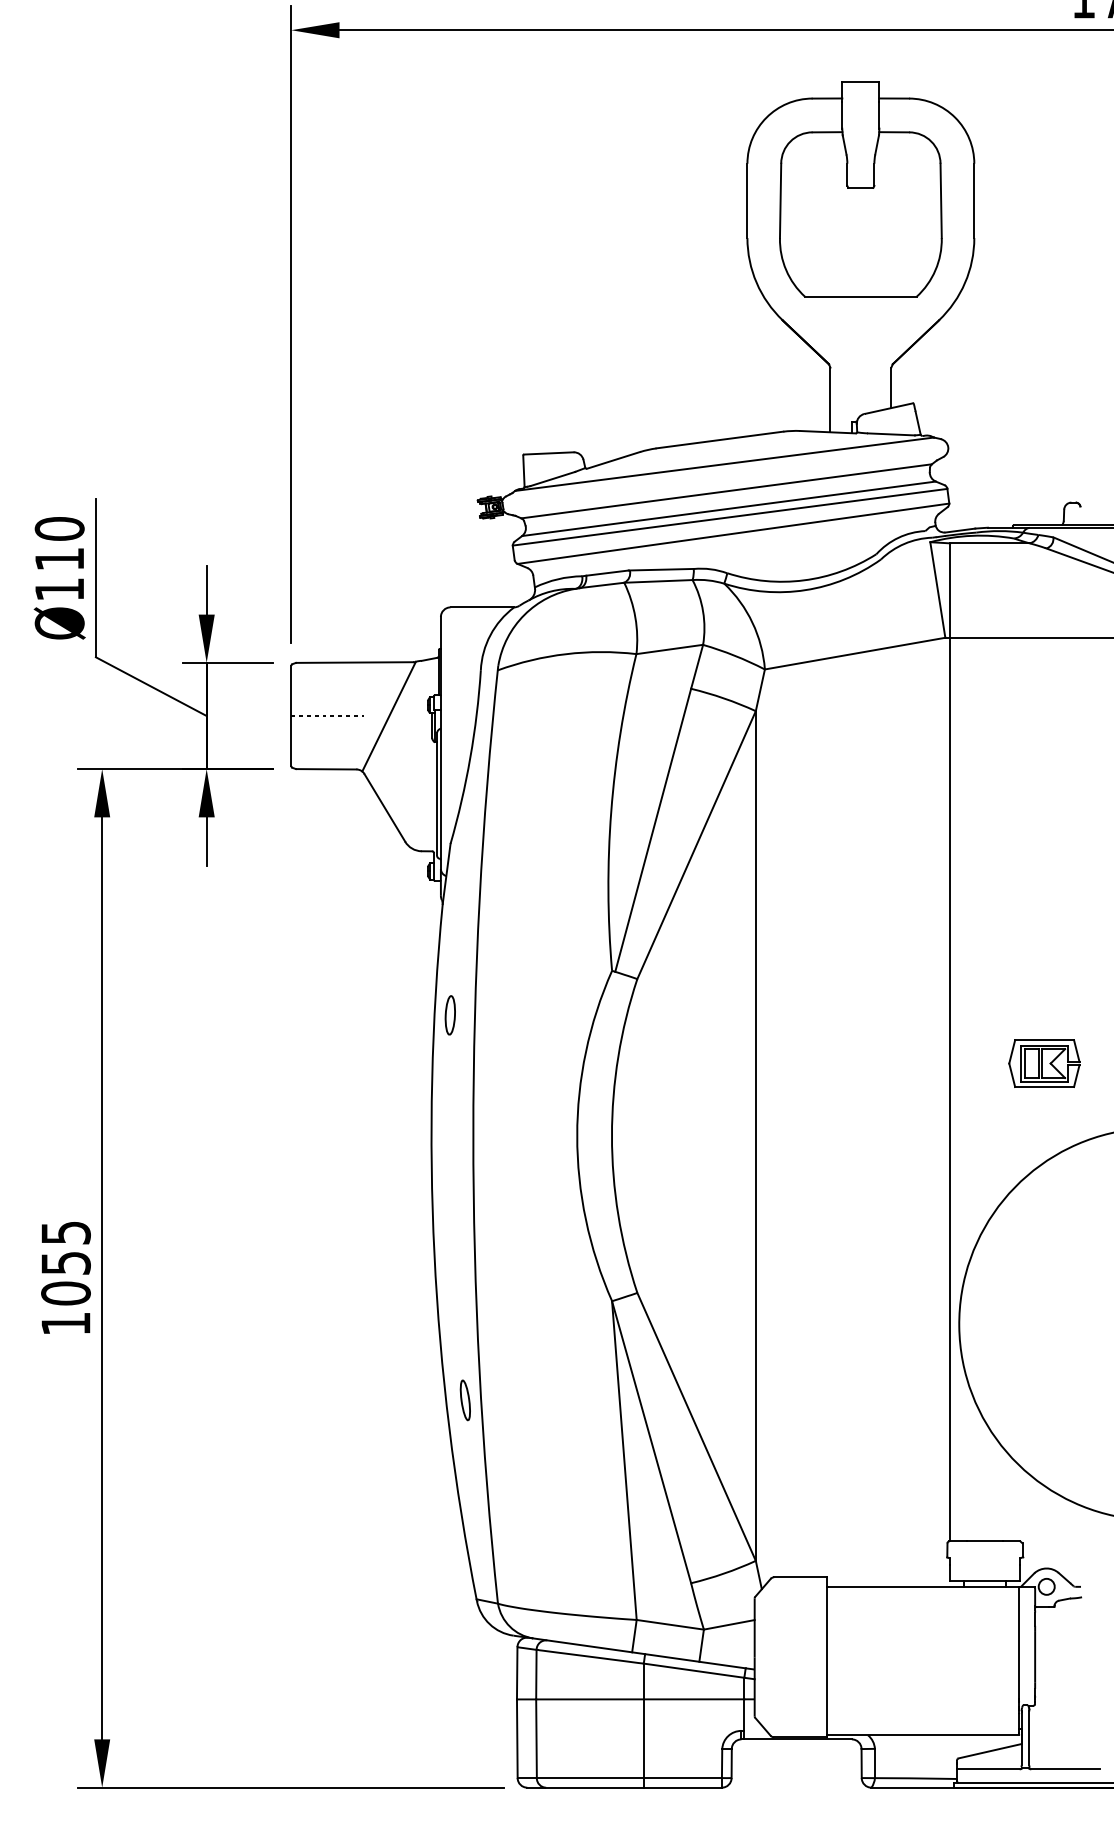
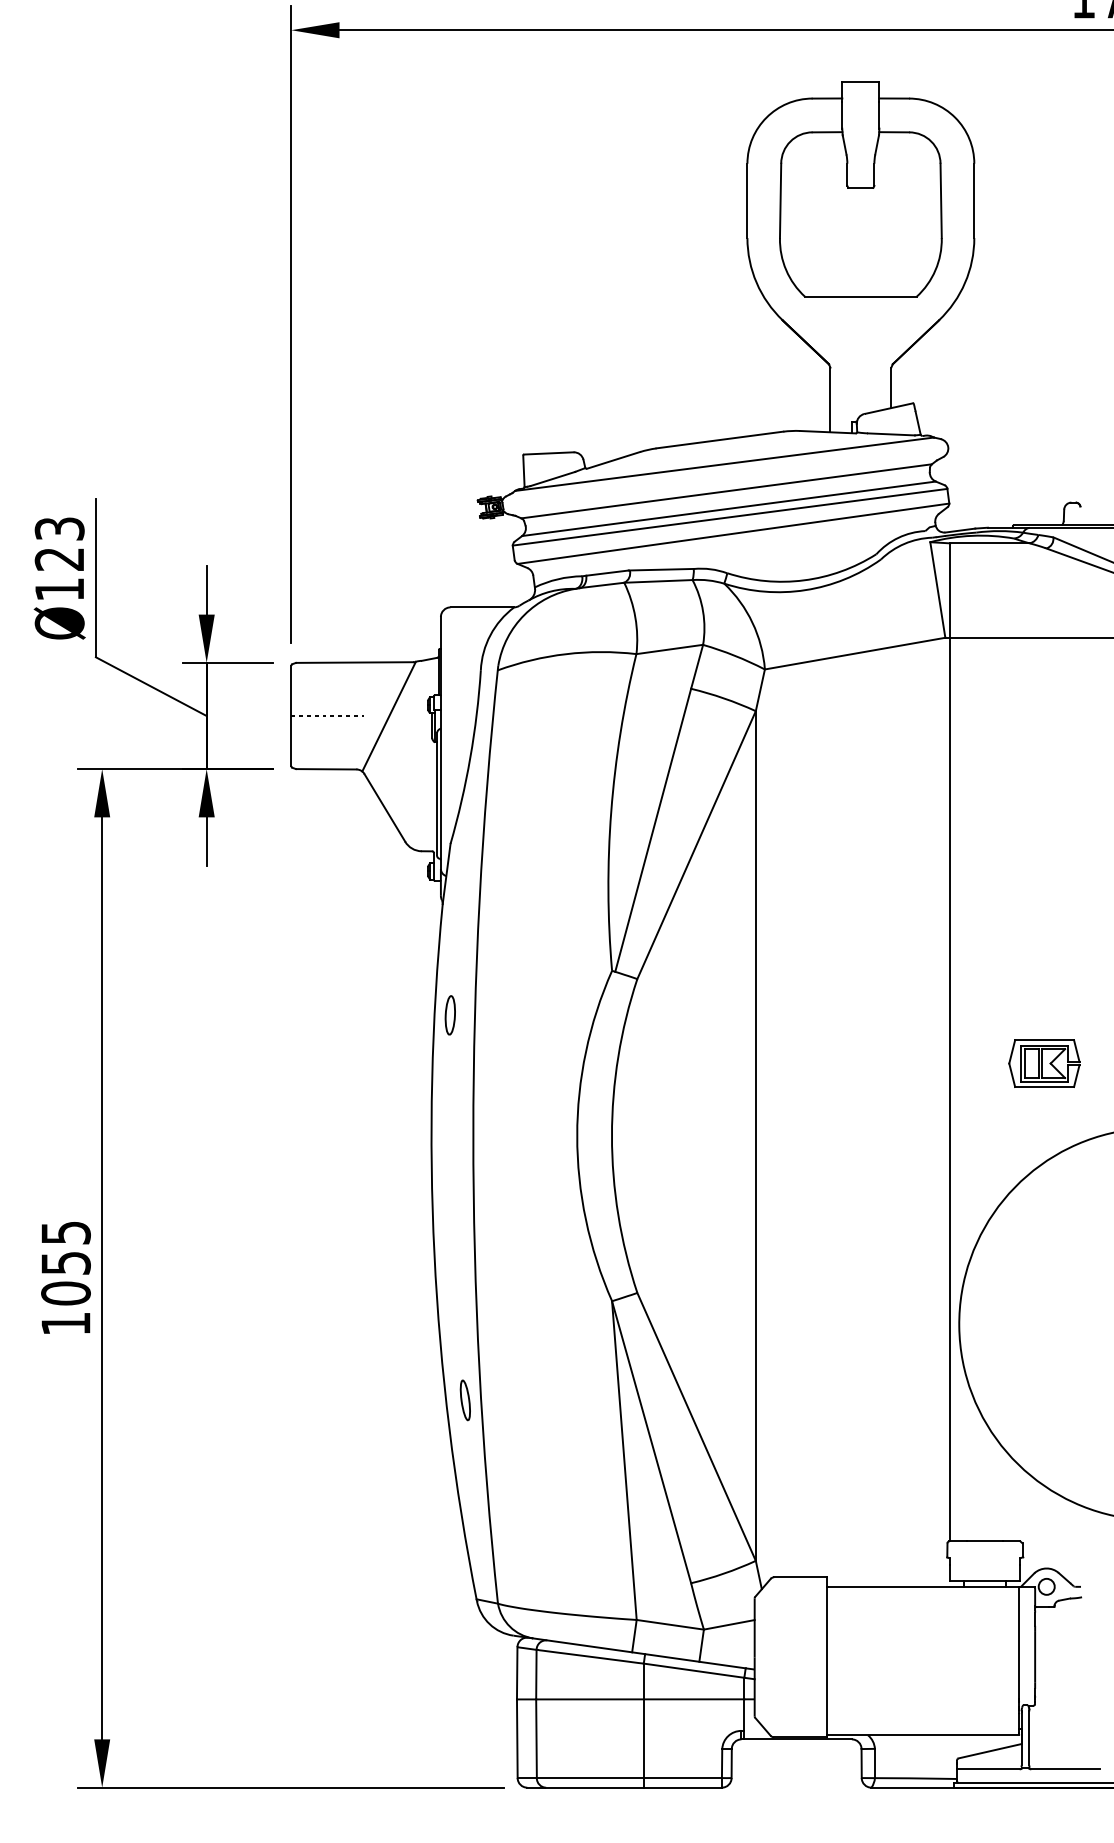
text at (59, 543): Ø110 -> Ø123
